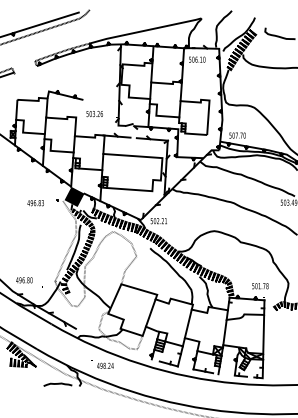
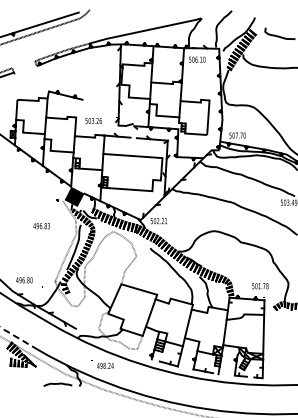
text at (94, 114) position: (94, 114) -> (93, 121)
text at (35, 203) position: (35, 203) -> (41, 226)
line at (18, 337): solid -> dashed
